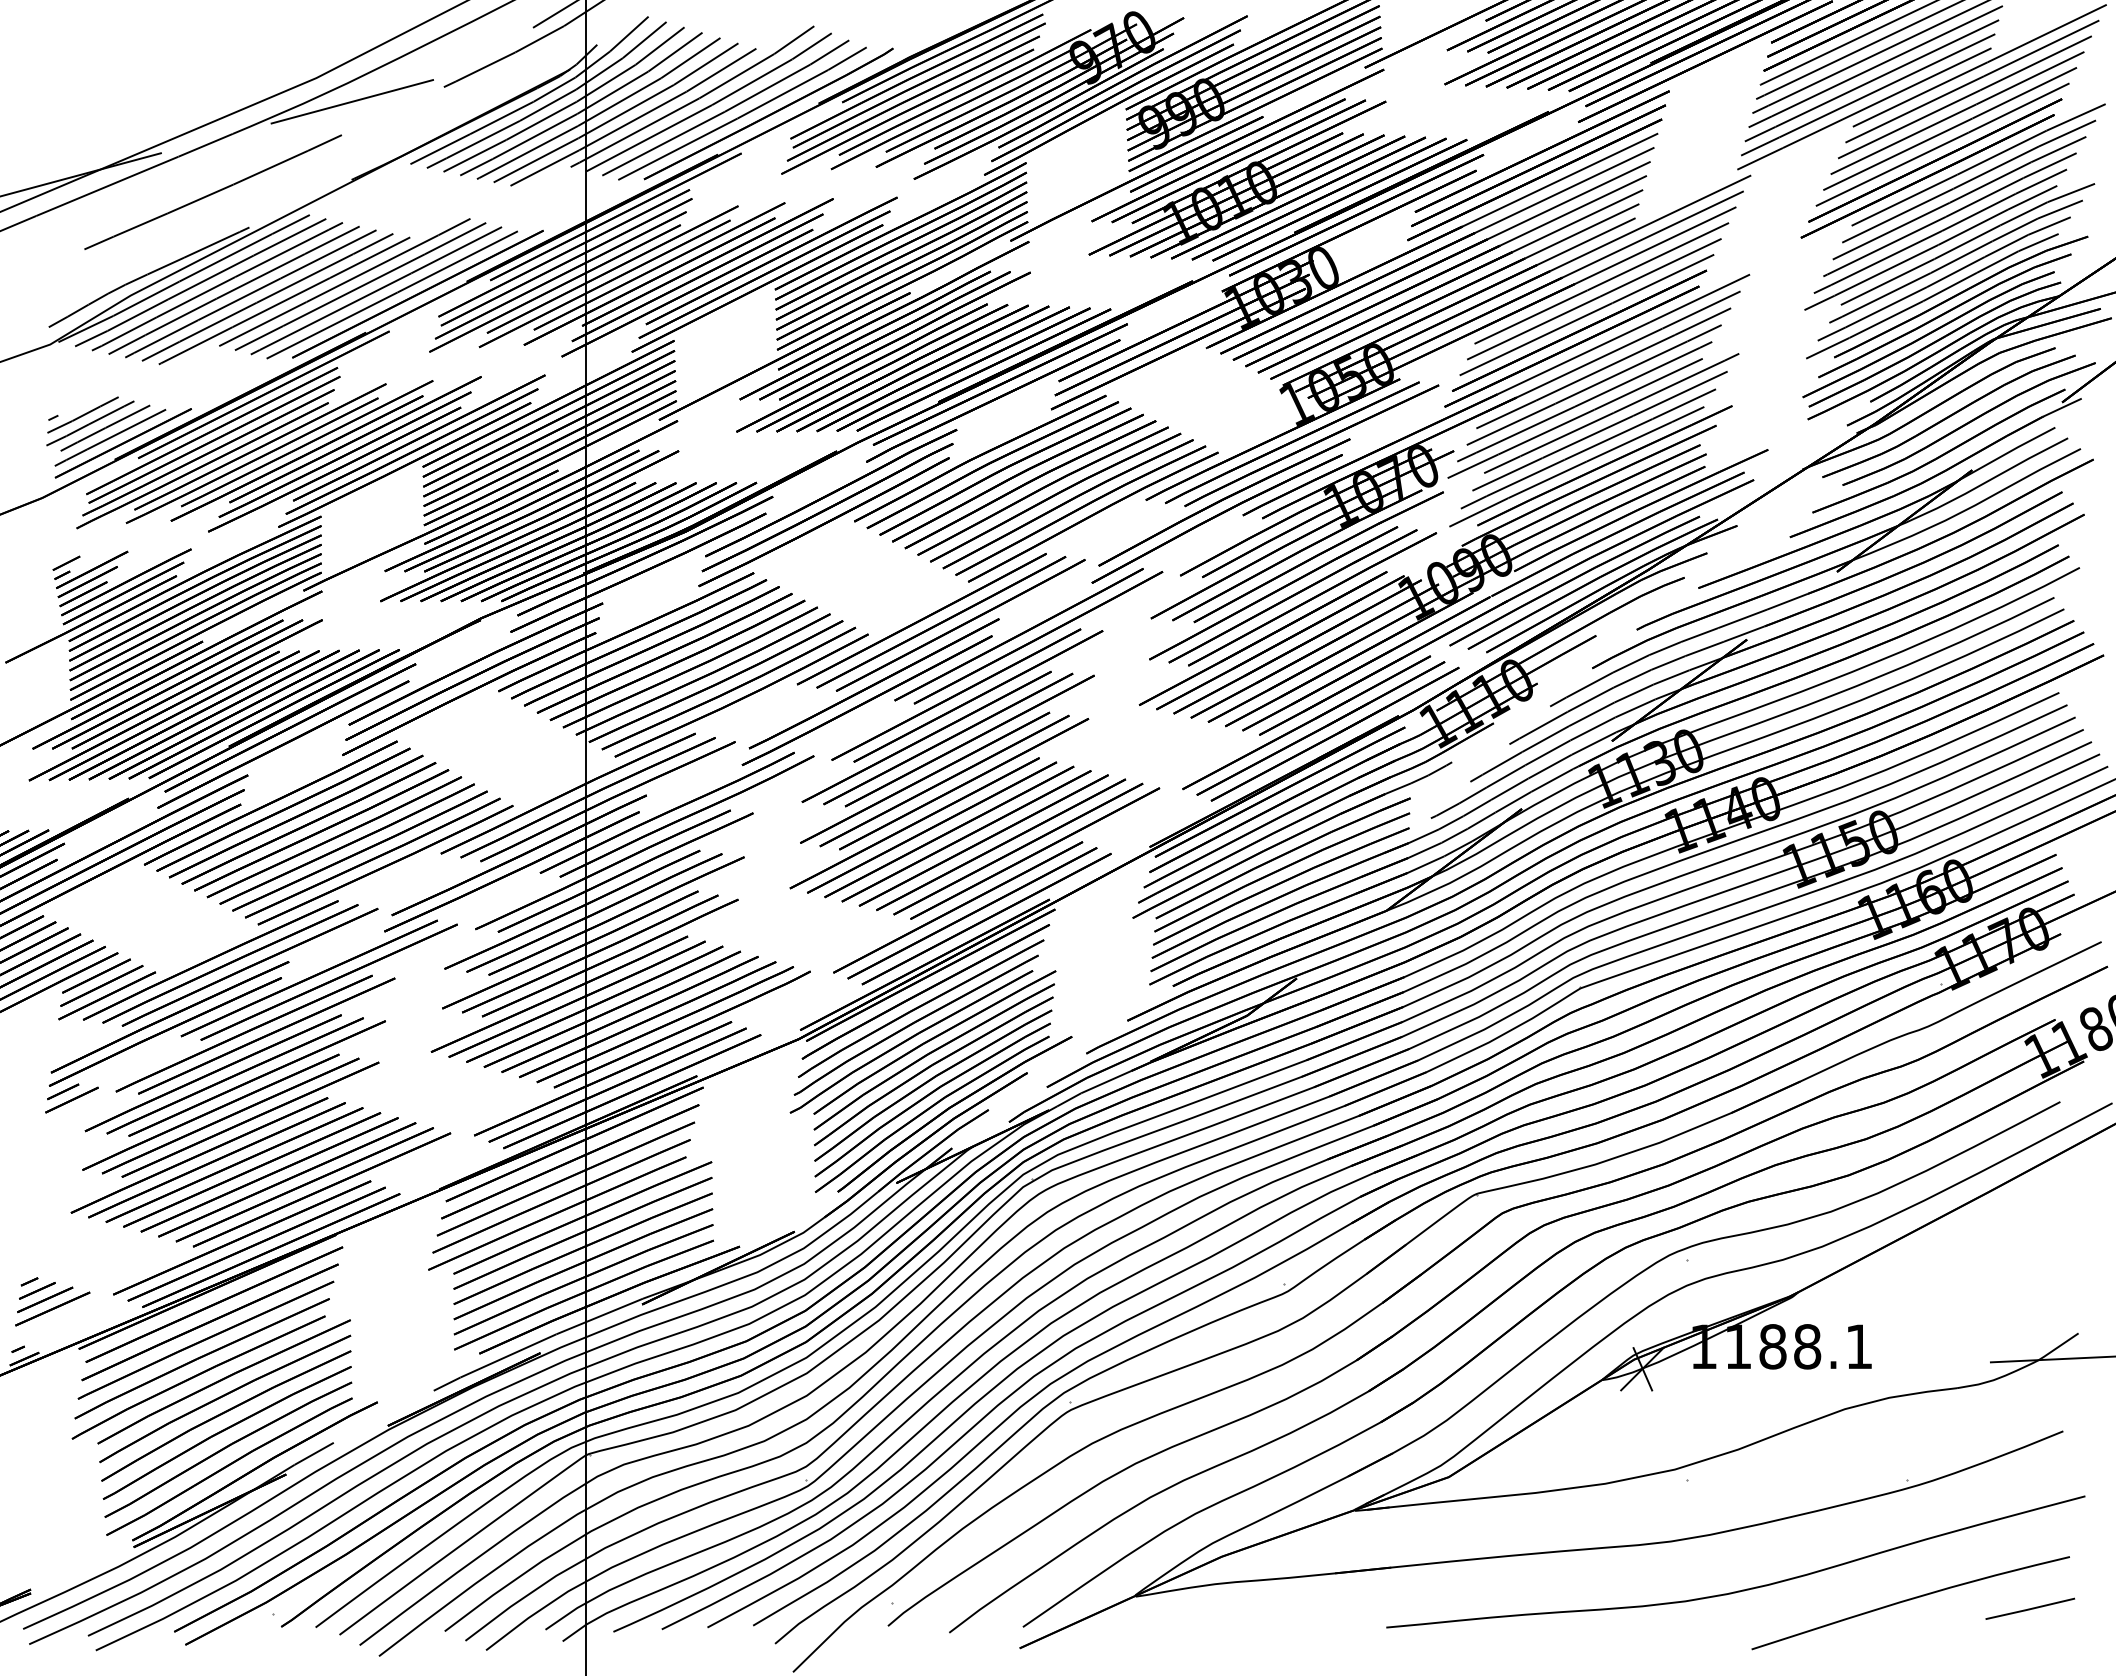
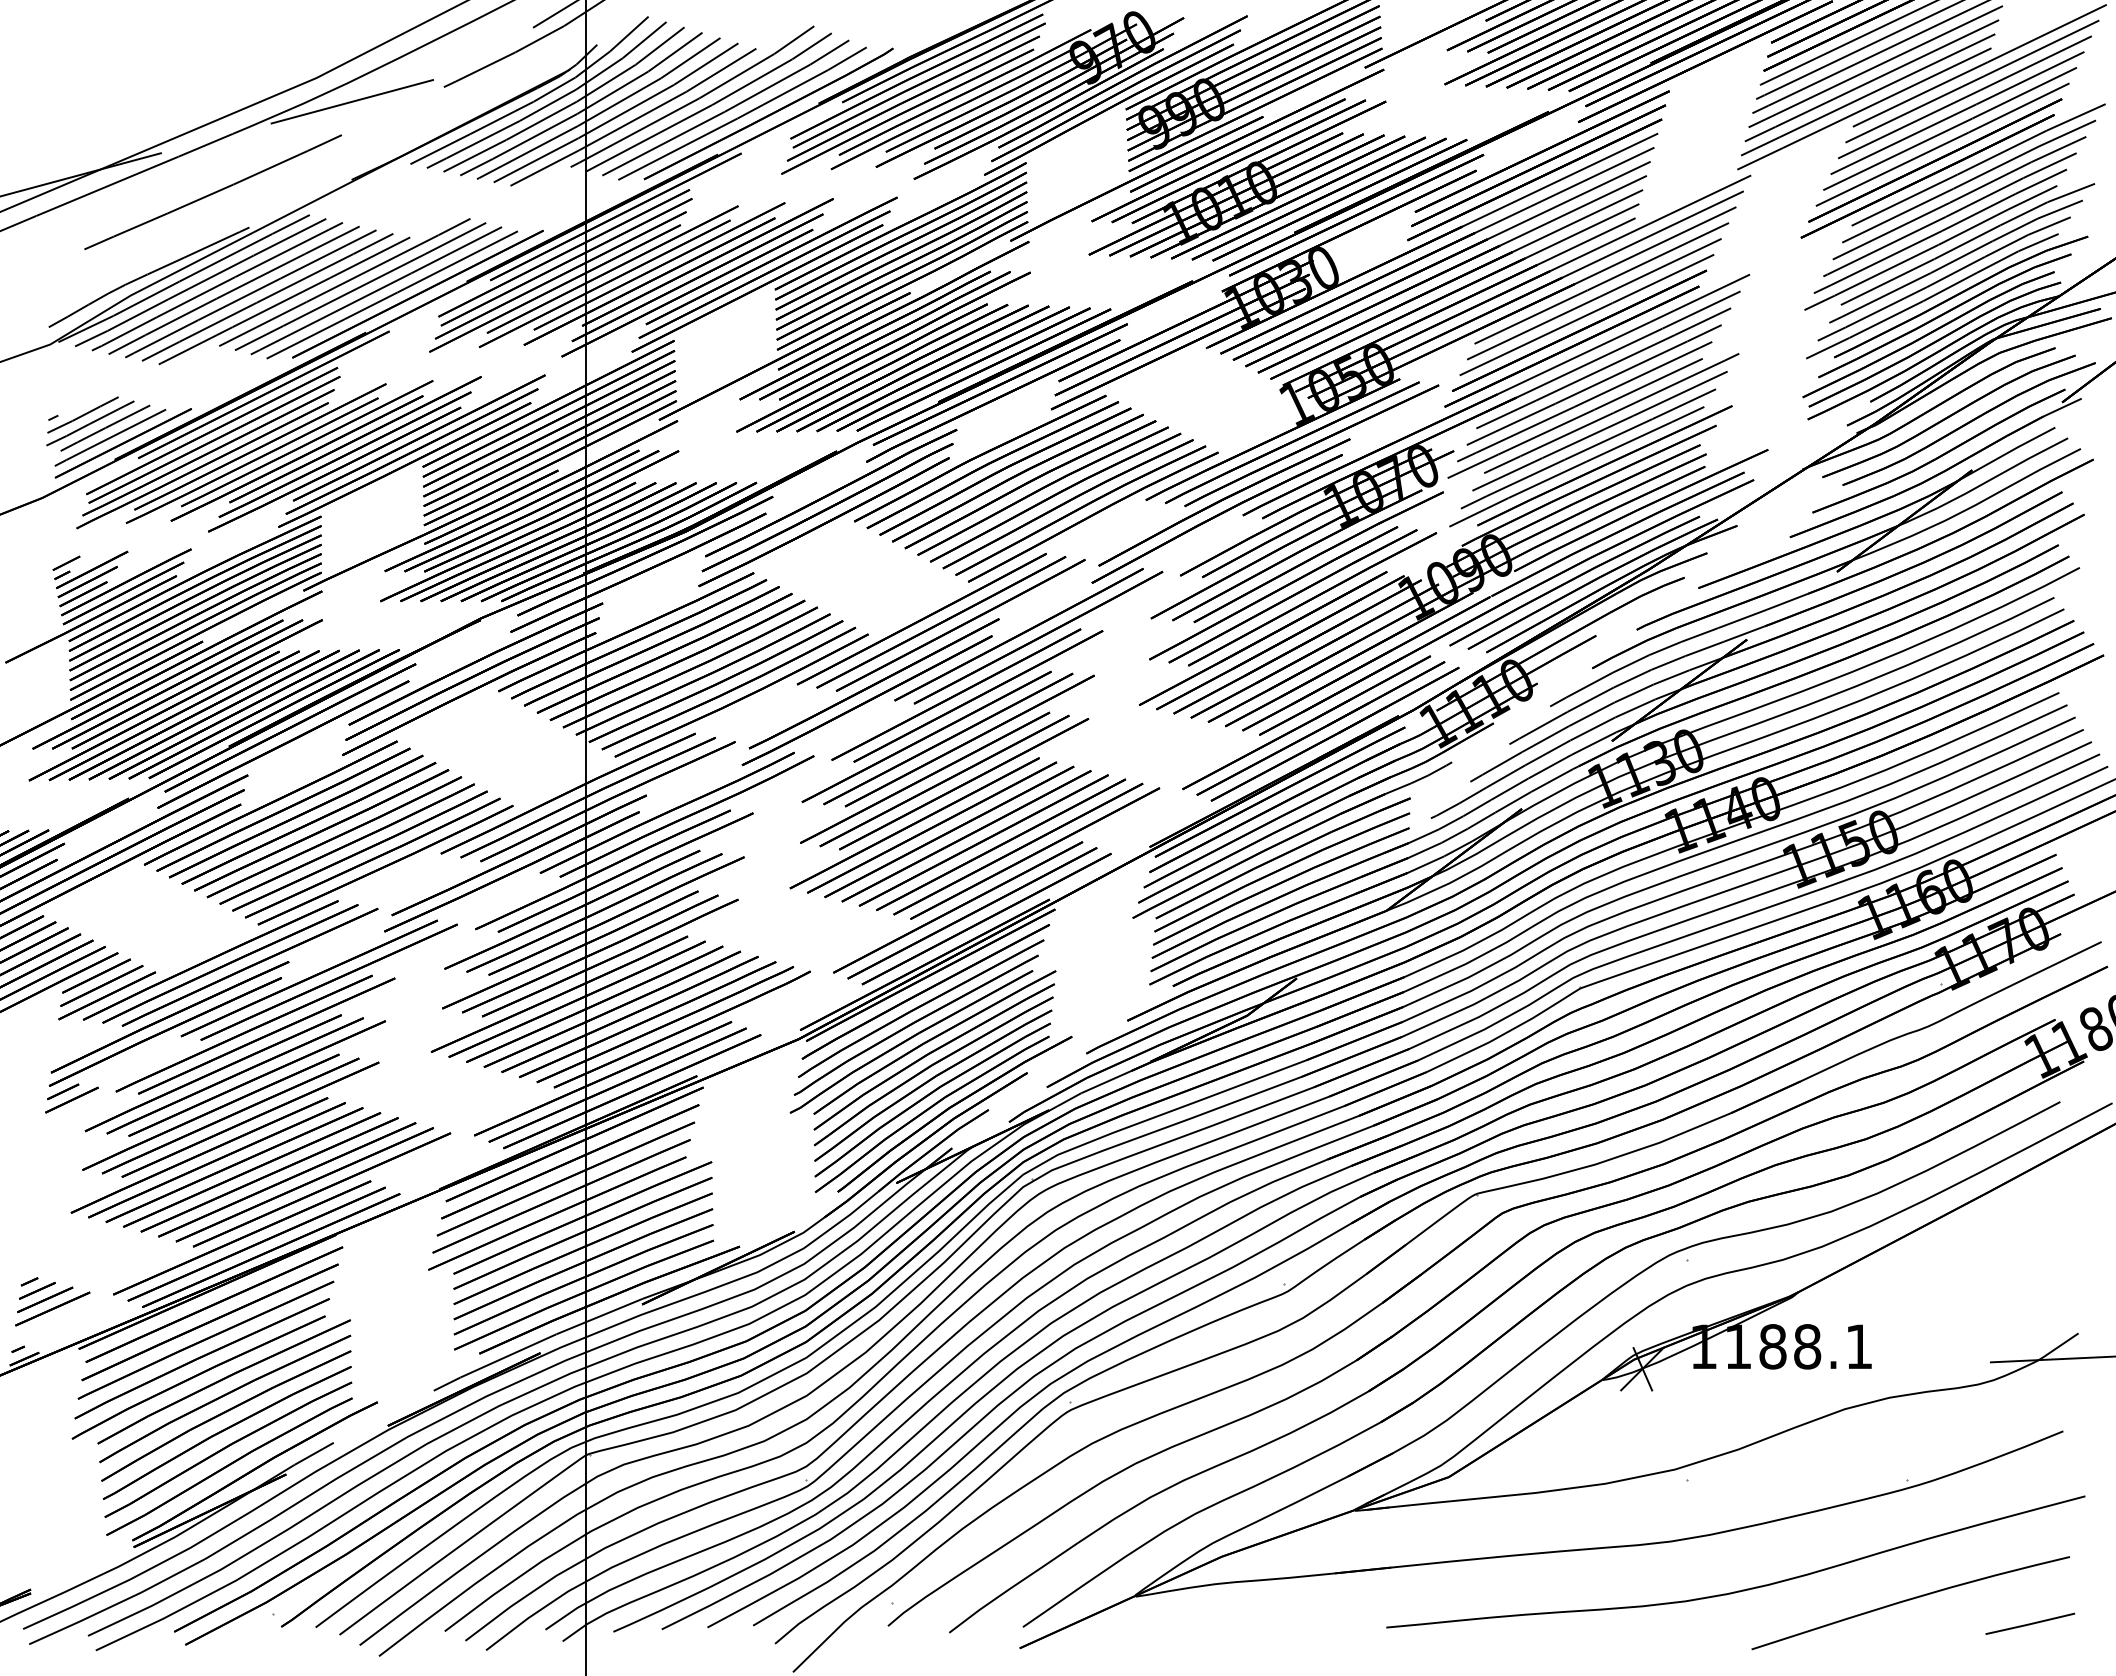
line at (2030, 1608) position: (2030, 1608) -> (2030, 1623)
